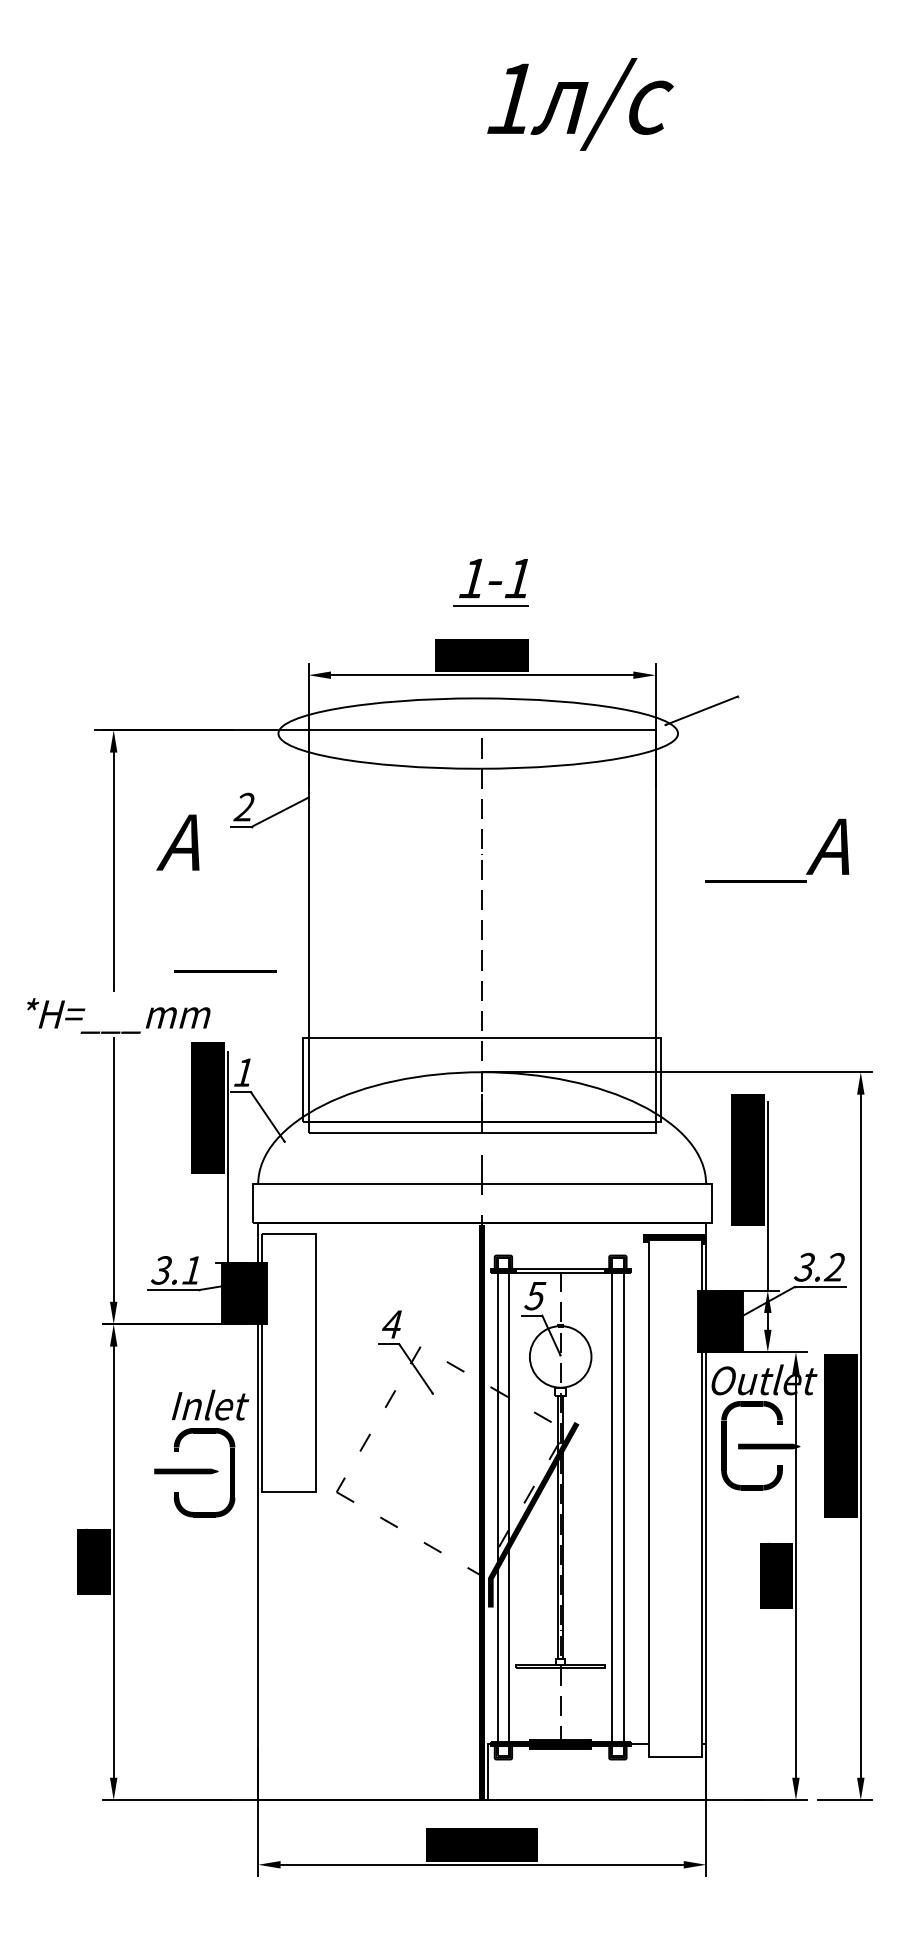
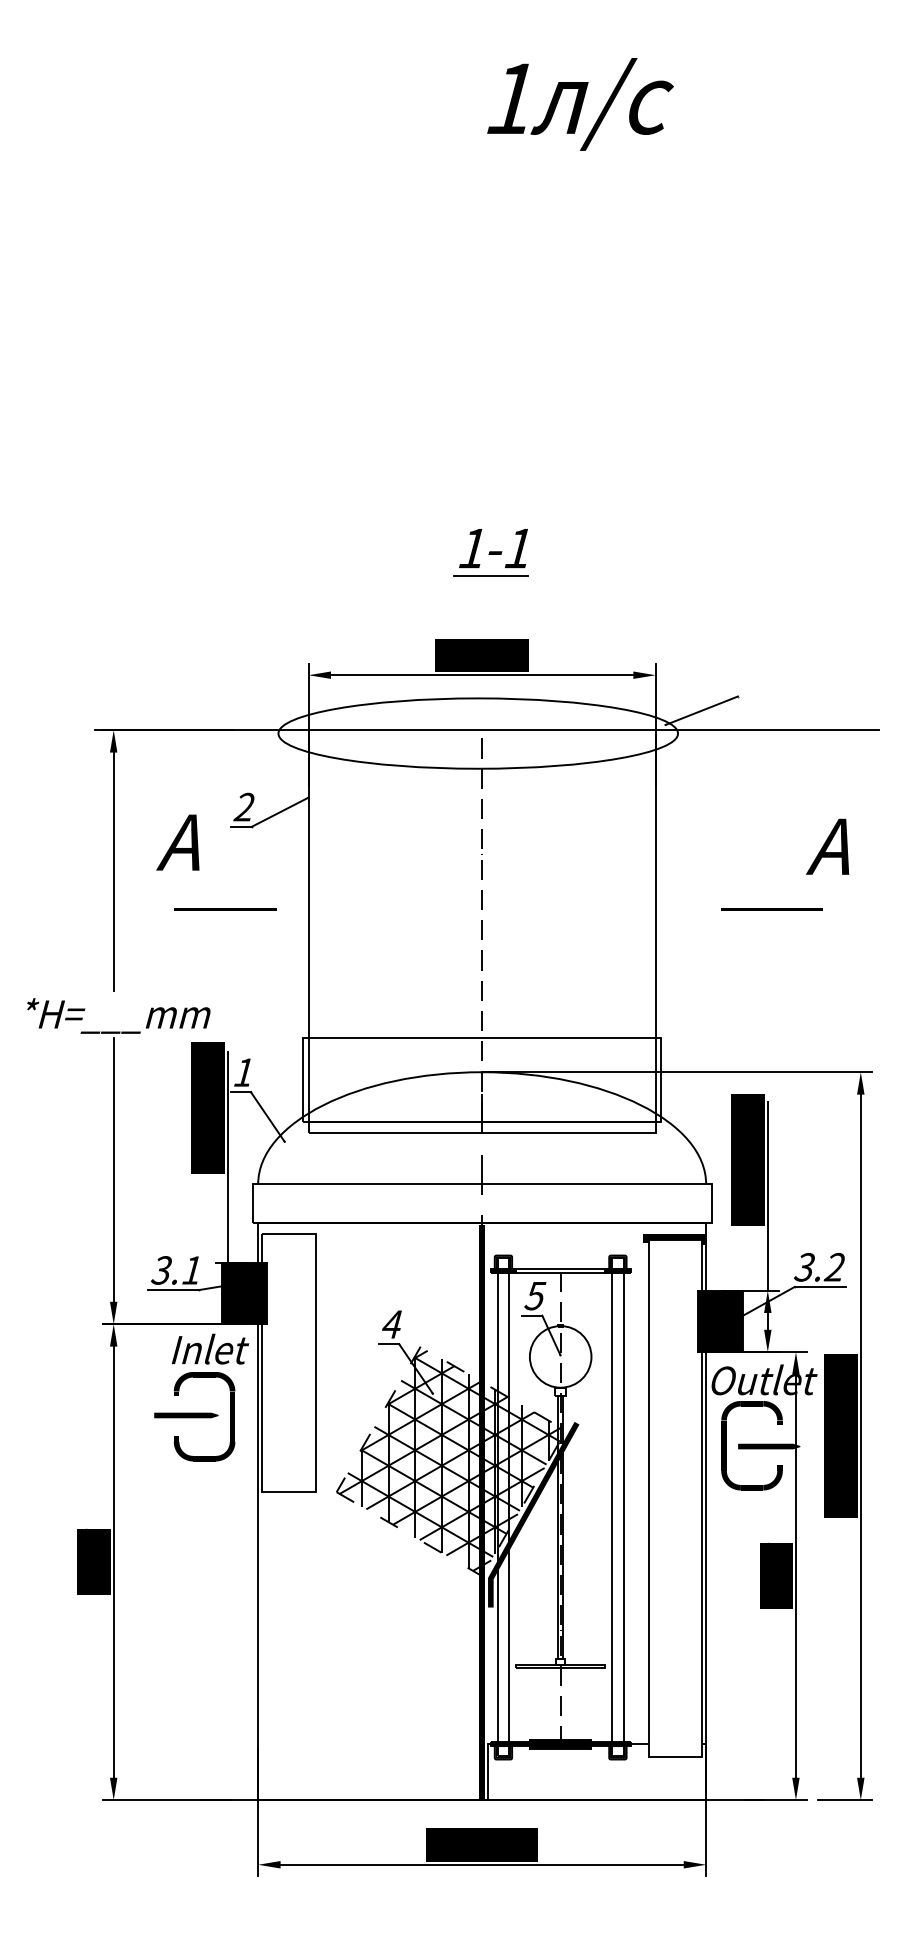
part at (490, 582) position: (490, 582) -> (490, 552)
line at (767, 730): none -> present
line at (755, 881) position: (755, 881) -> (771, 909)
line at (225, 971) position: (225, 971) -> (225, 909)
text at (201, 1453) position: (201, 1453) -> (201, 1397)
hatch at (450, 1460): none -> present
